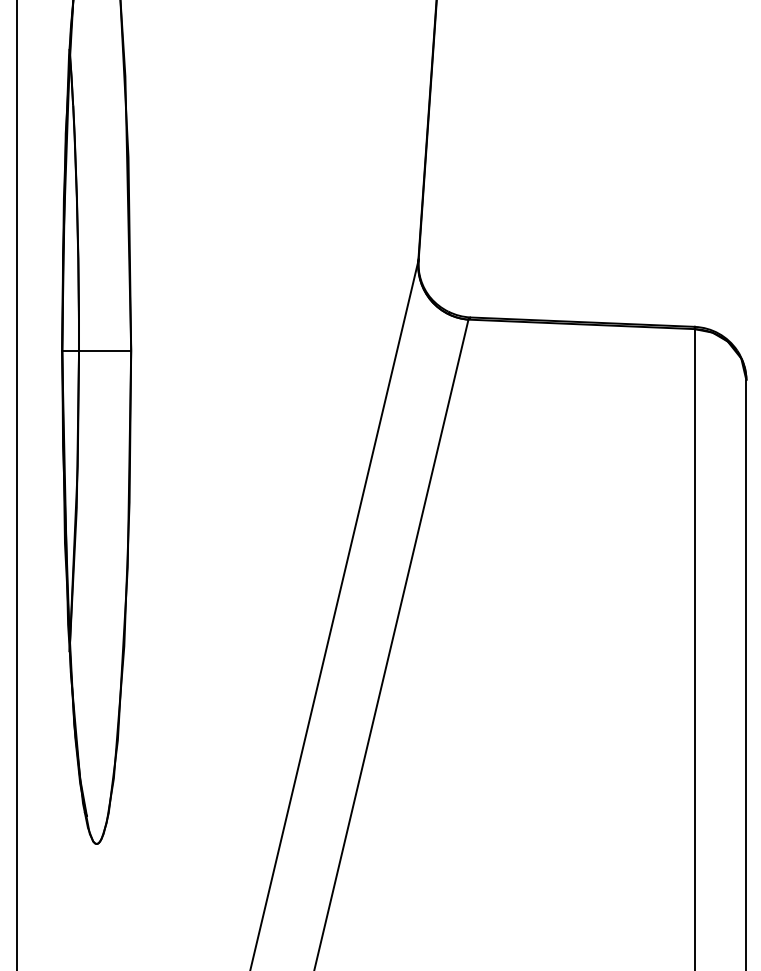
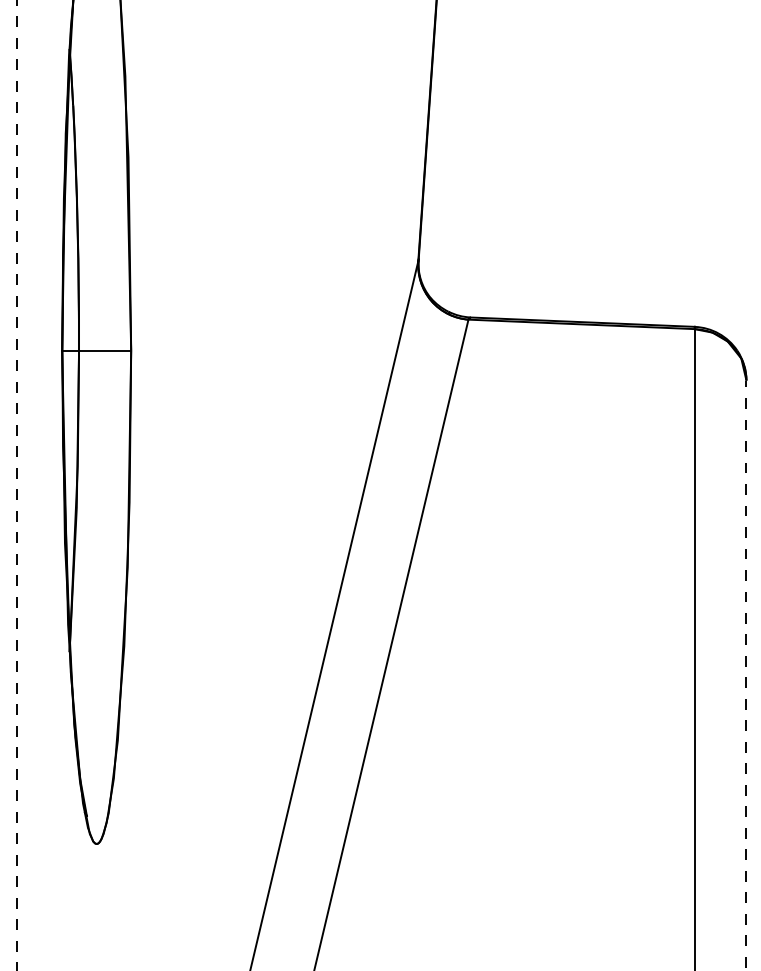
line at (16, 485): solid -> dashed
line at (746, 675): solid -> dashed
